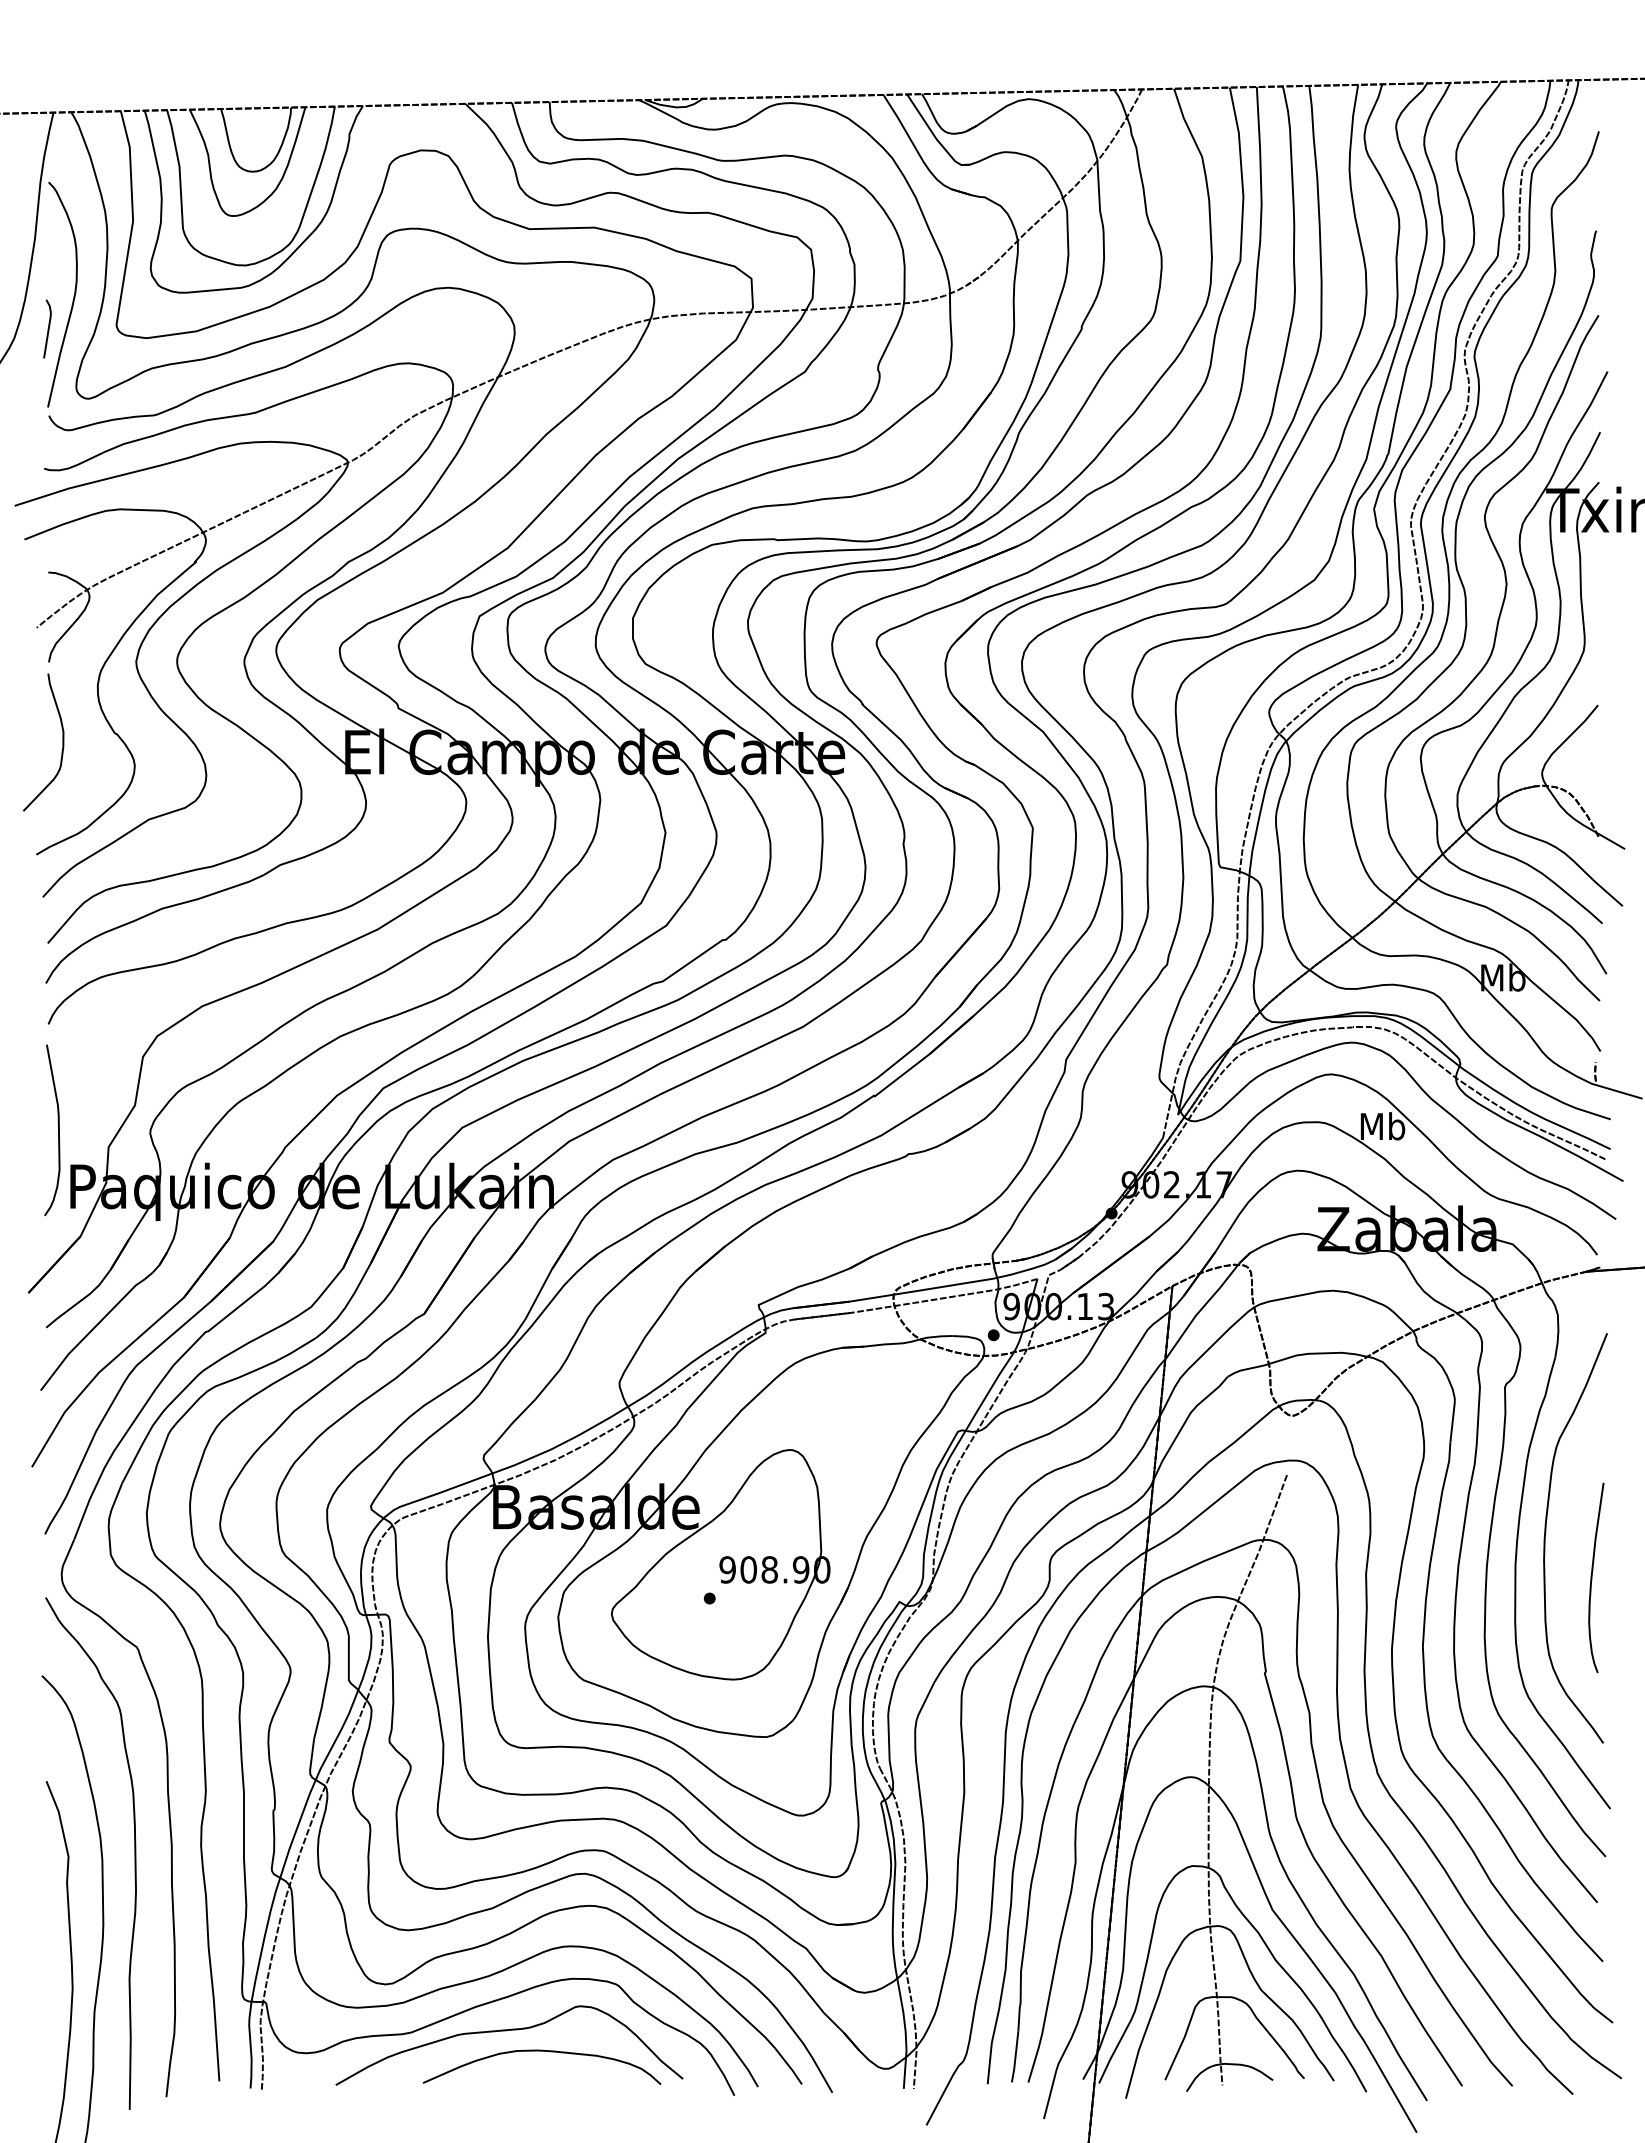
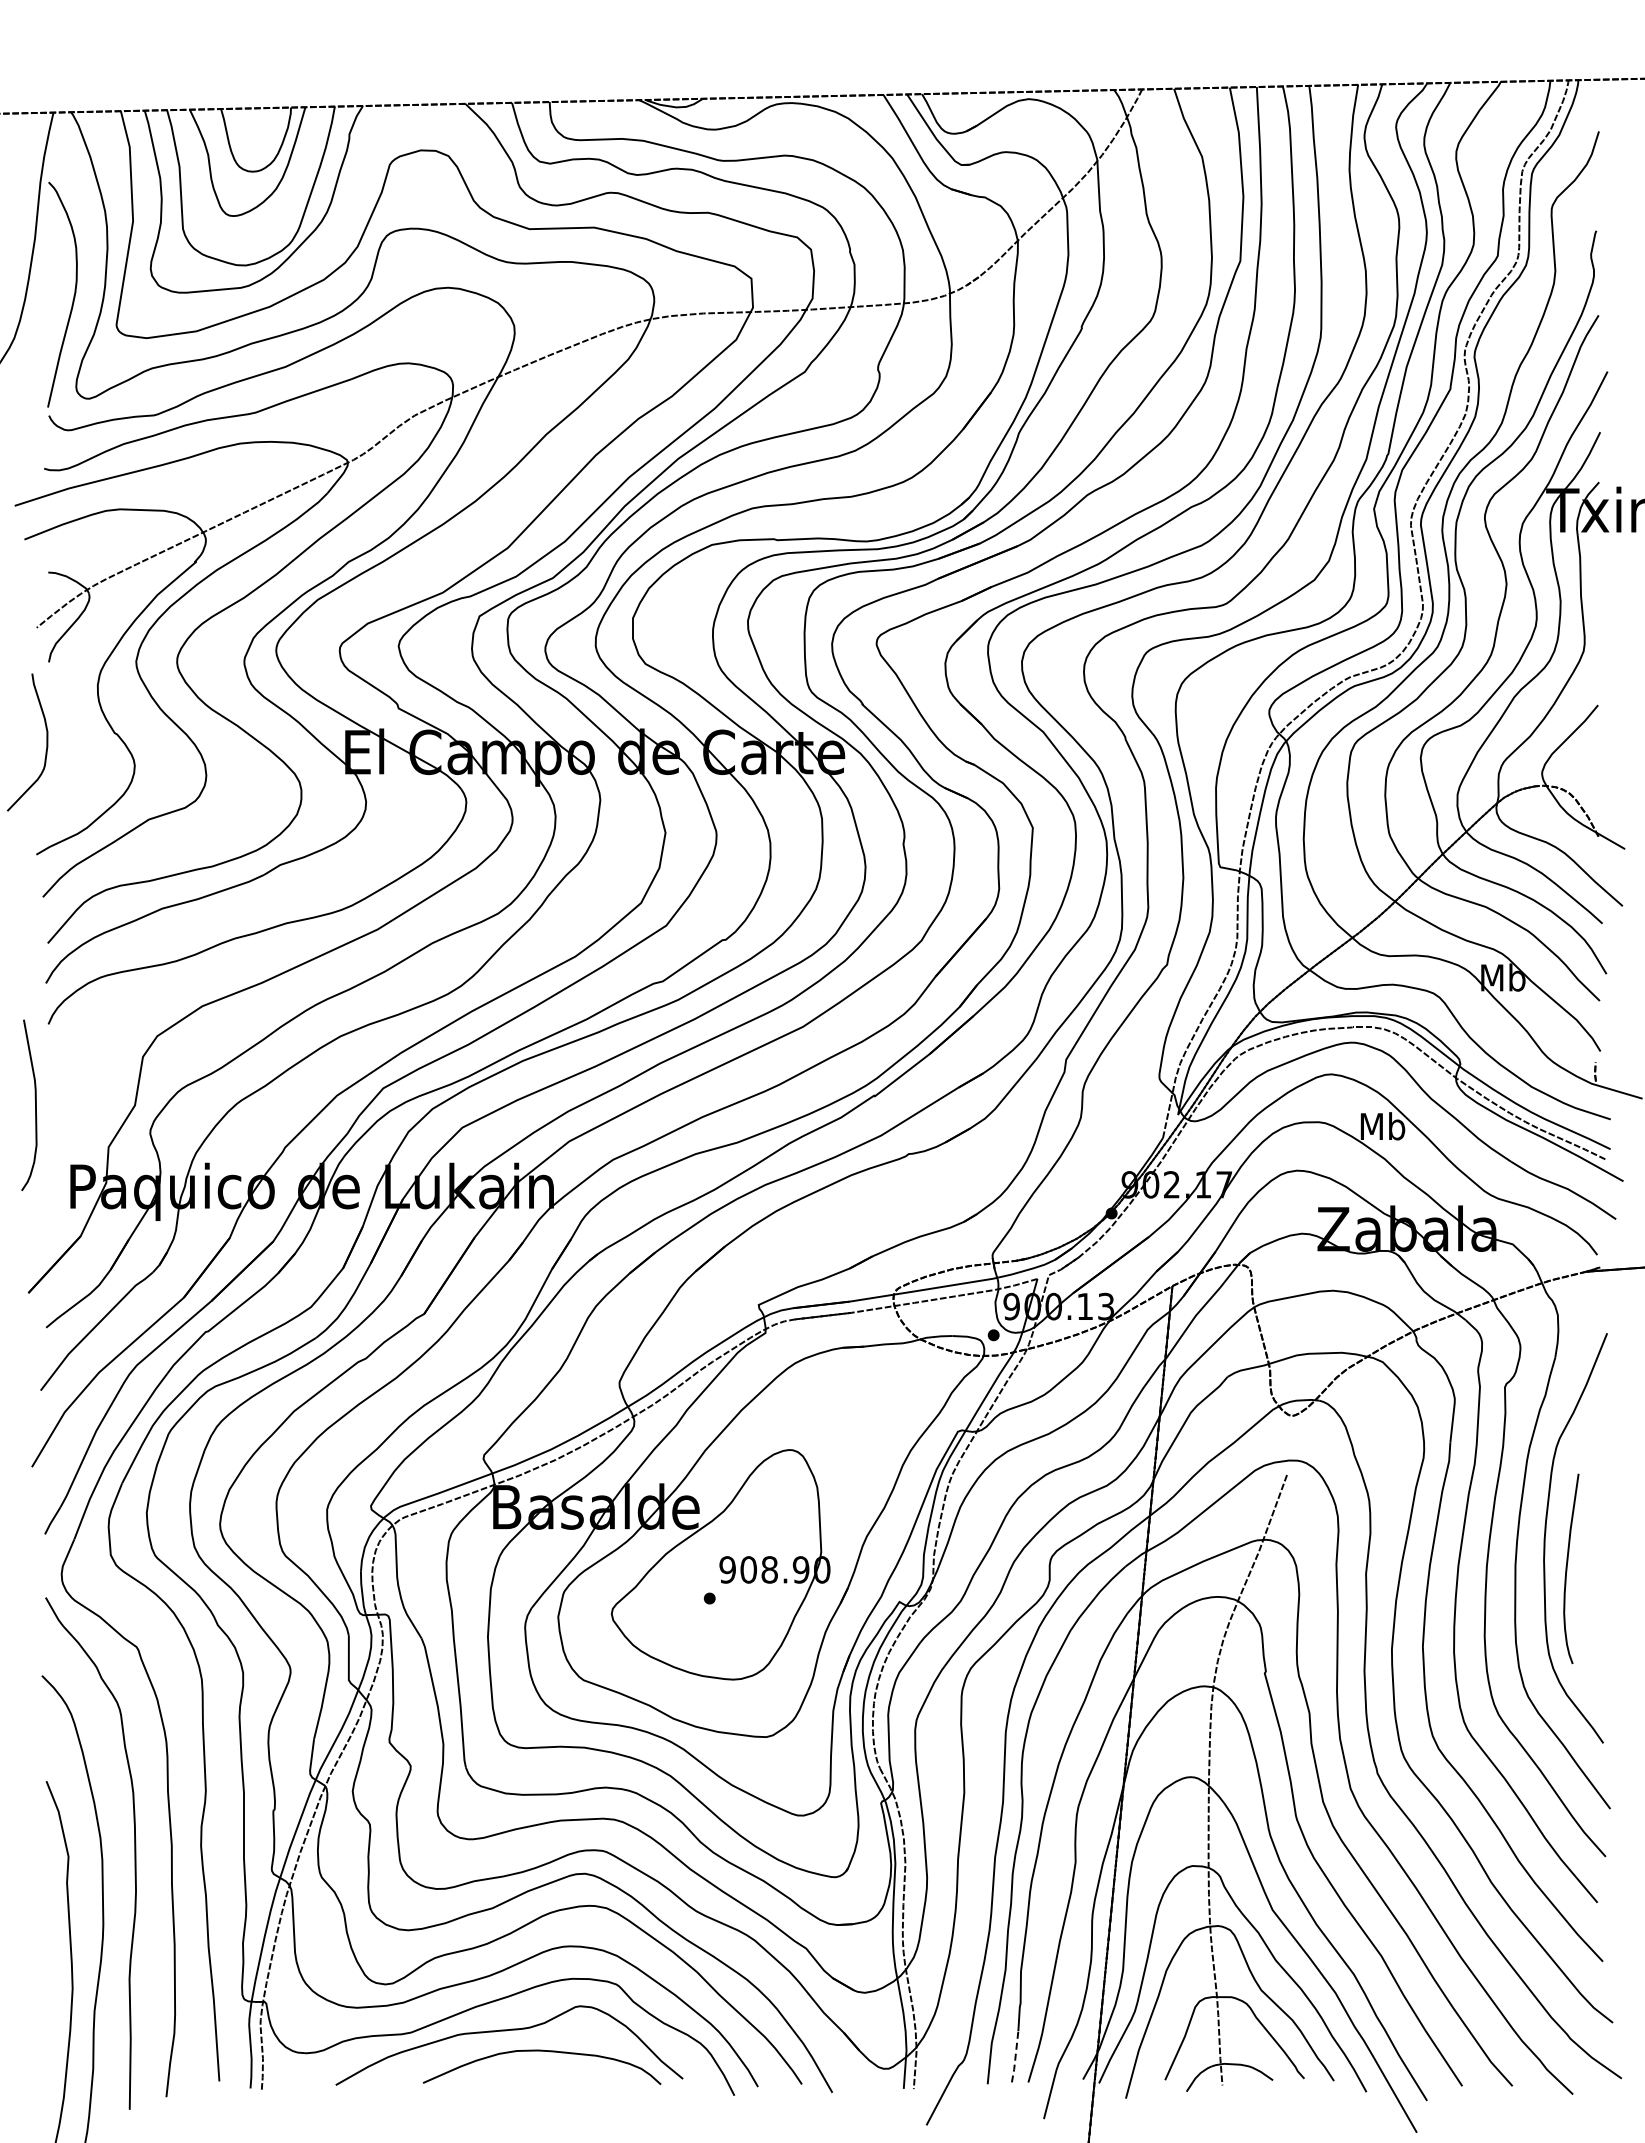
line at (47, 328): present -> none
curve at (62, 742) position: (62, 742) -> (46, 742)
curve at (58, 1130) position: (58, 1130) -> (35, 1105)
curve at (1592, 1577) position: (1592, 1577) -> (1567, 1568)
line at (1015, 2057): solid -> dashed
